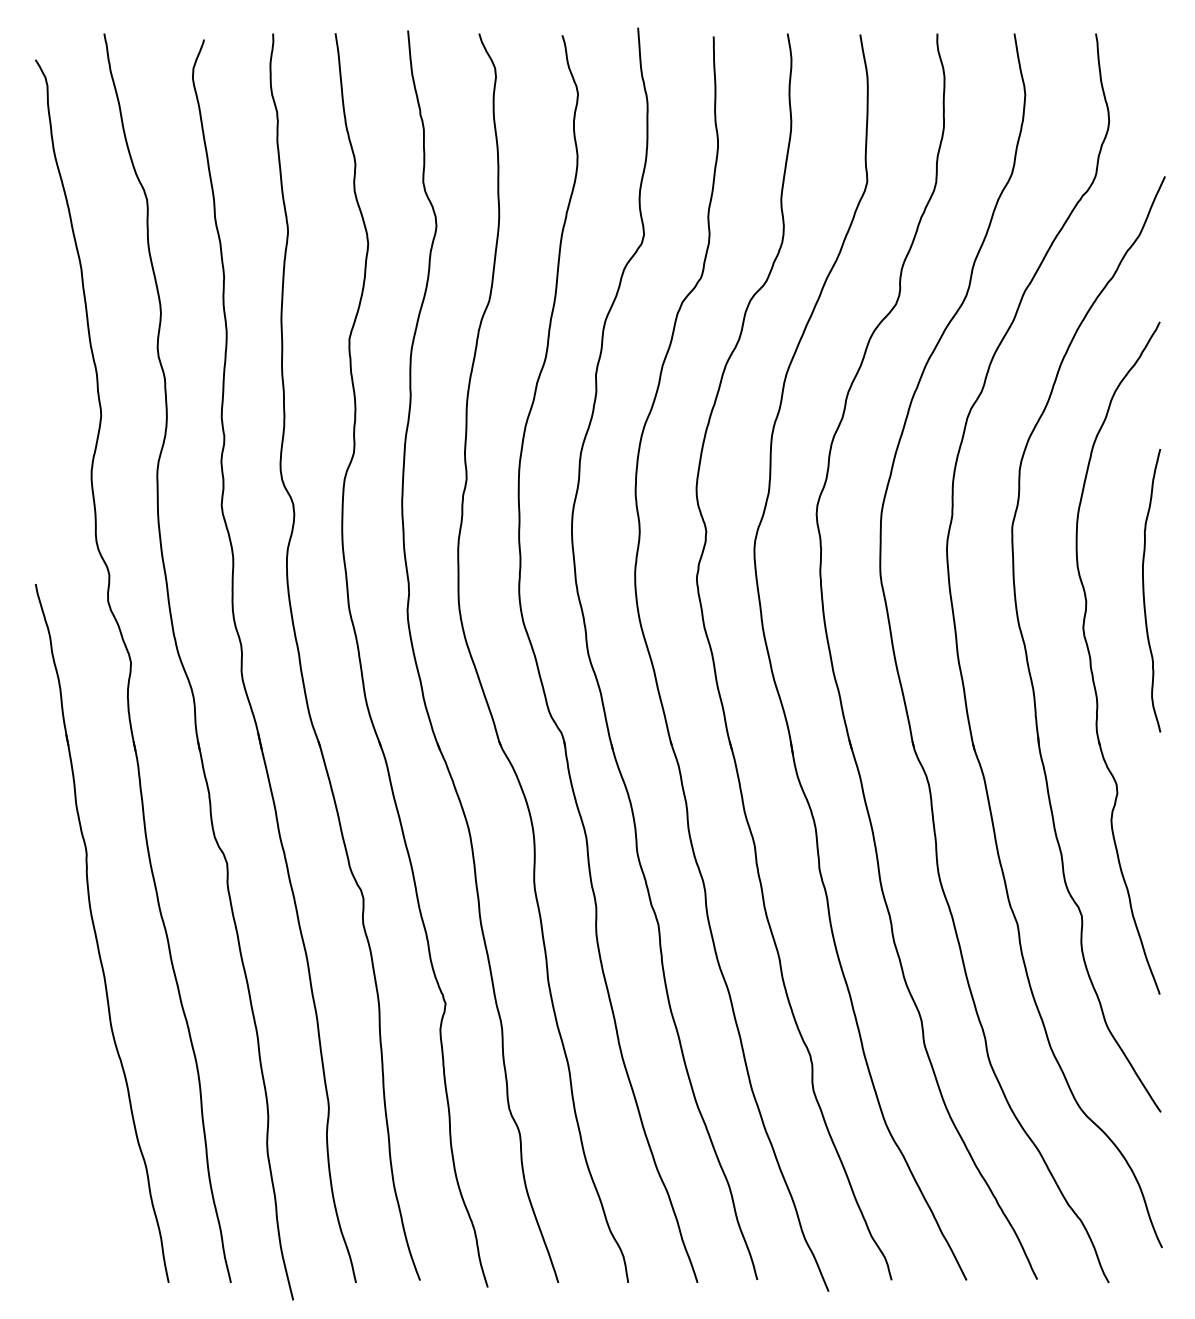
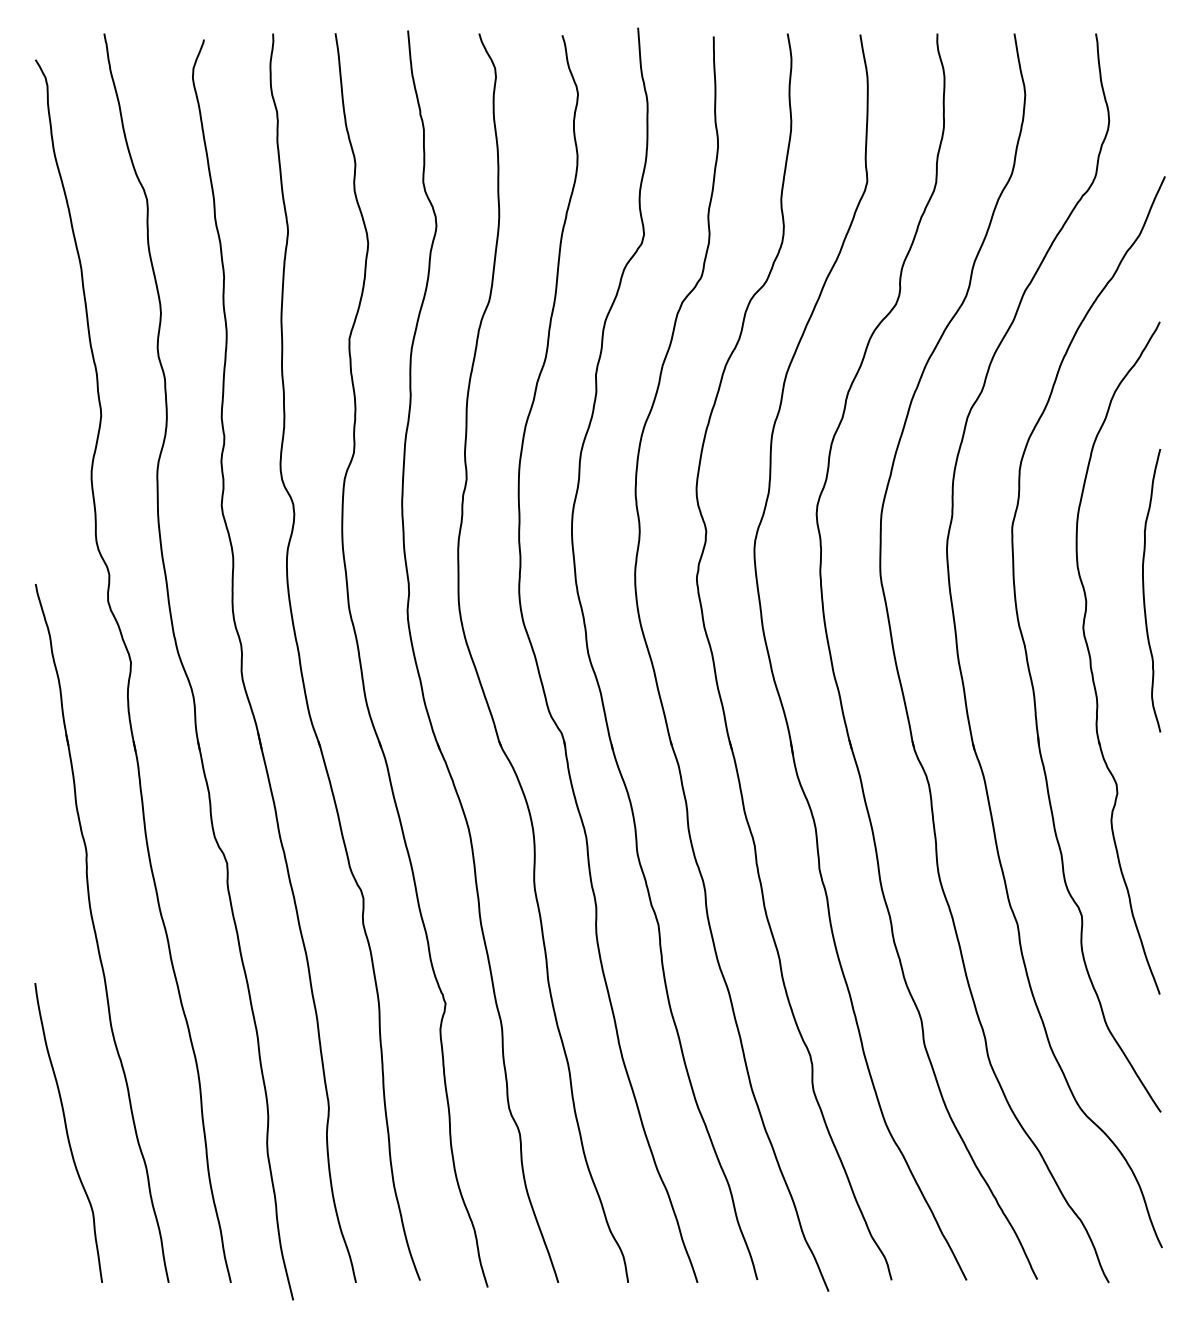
curve at (67, 1132): none -> present
